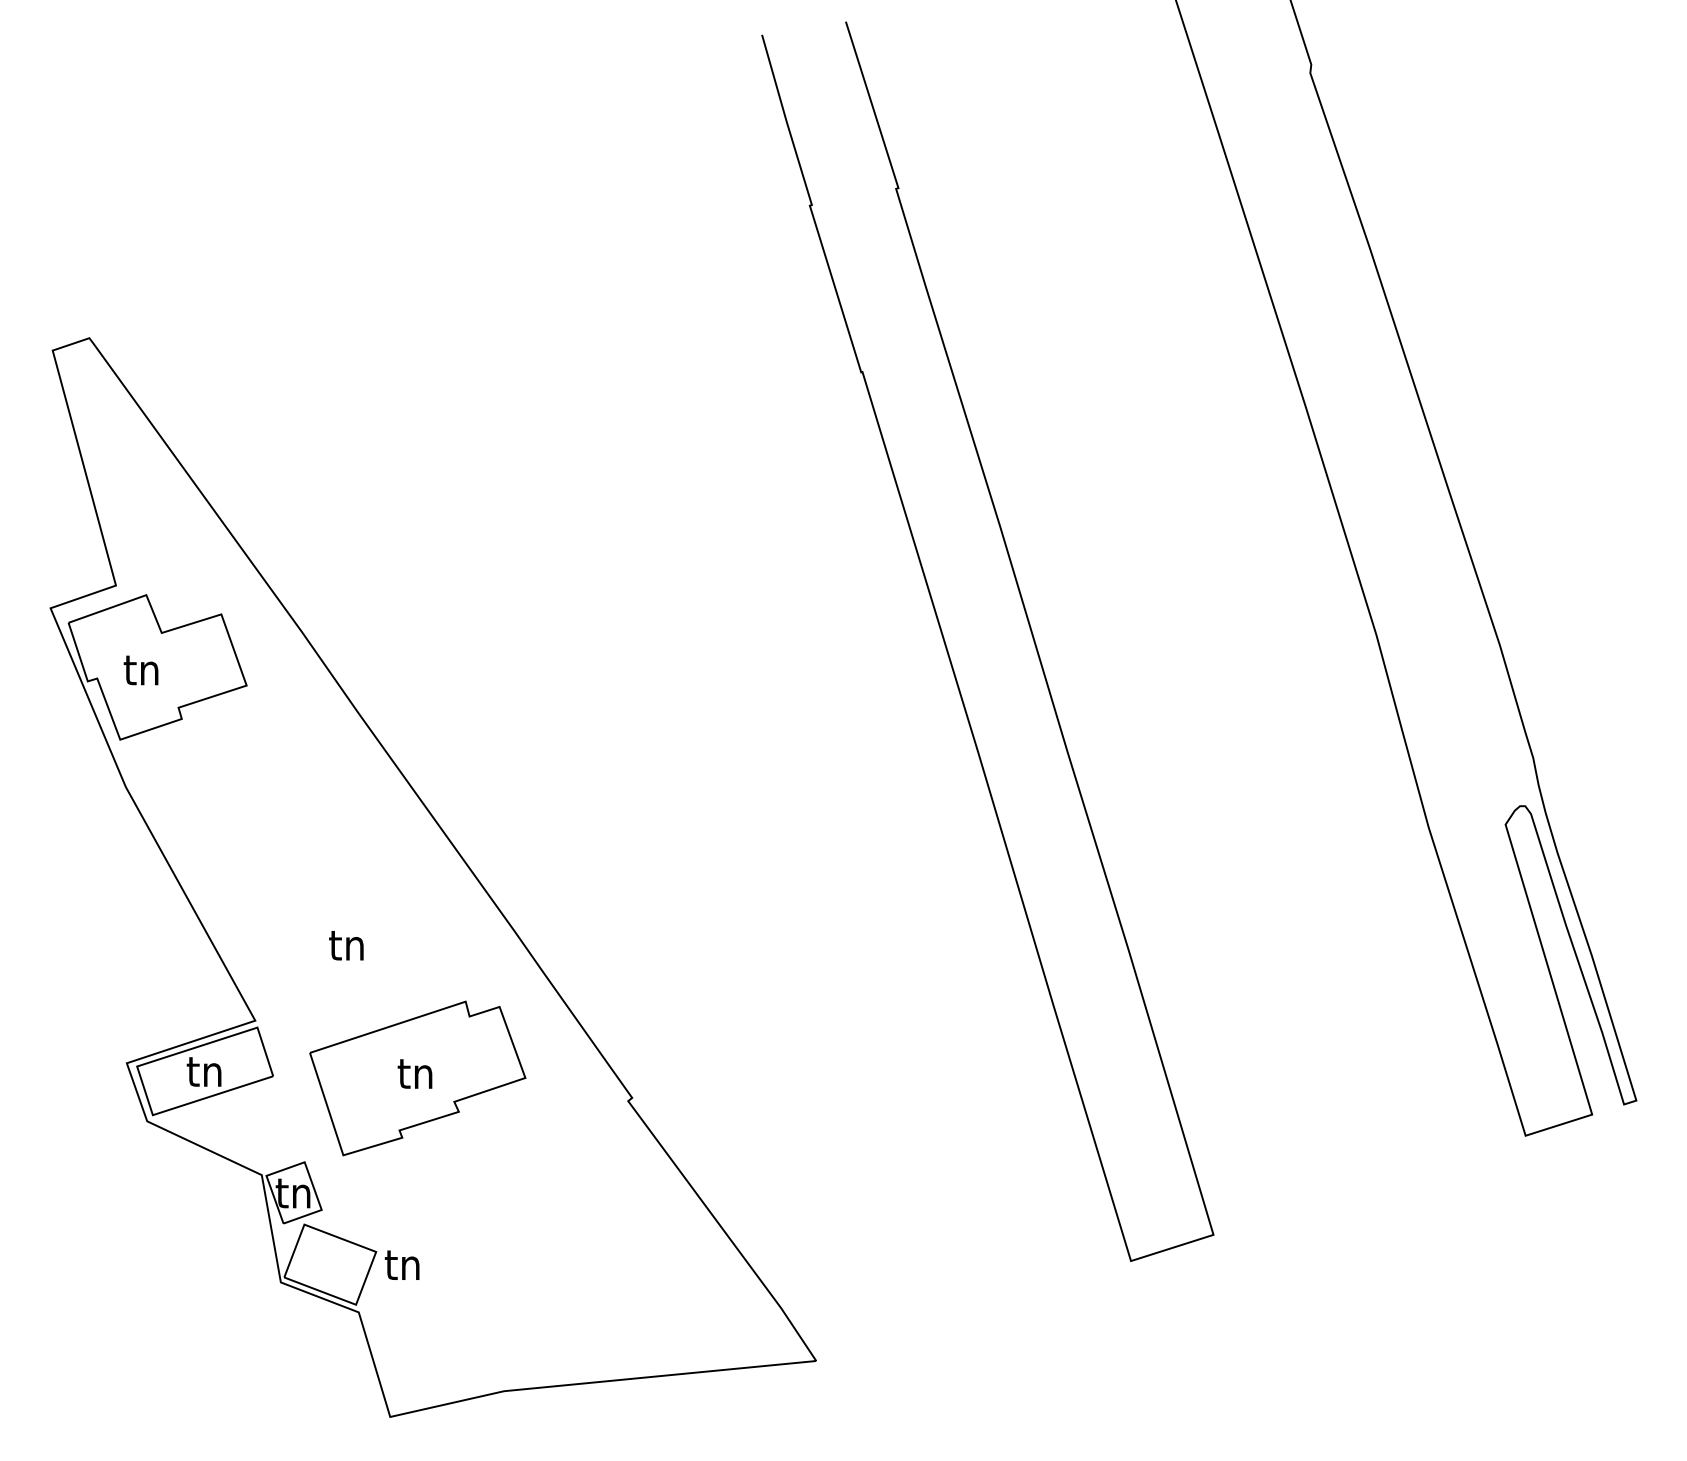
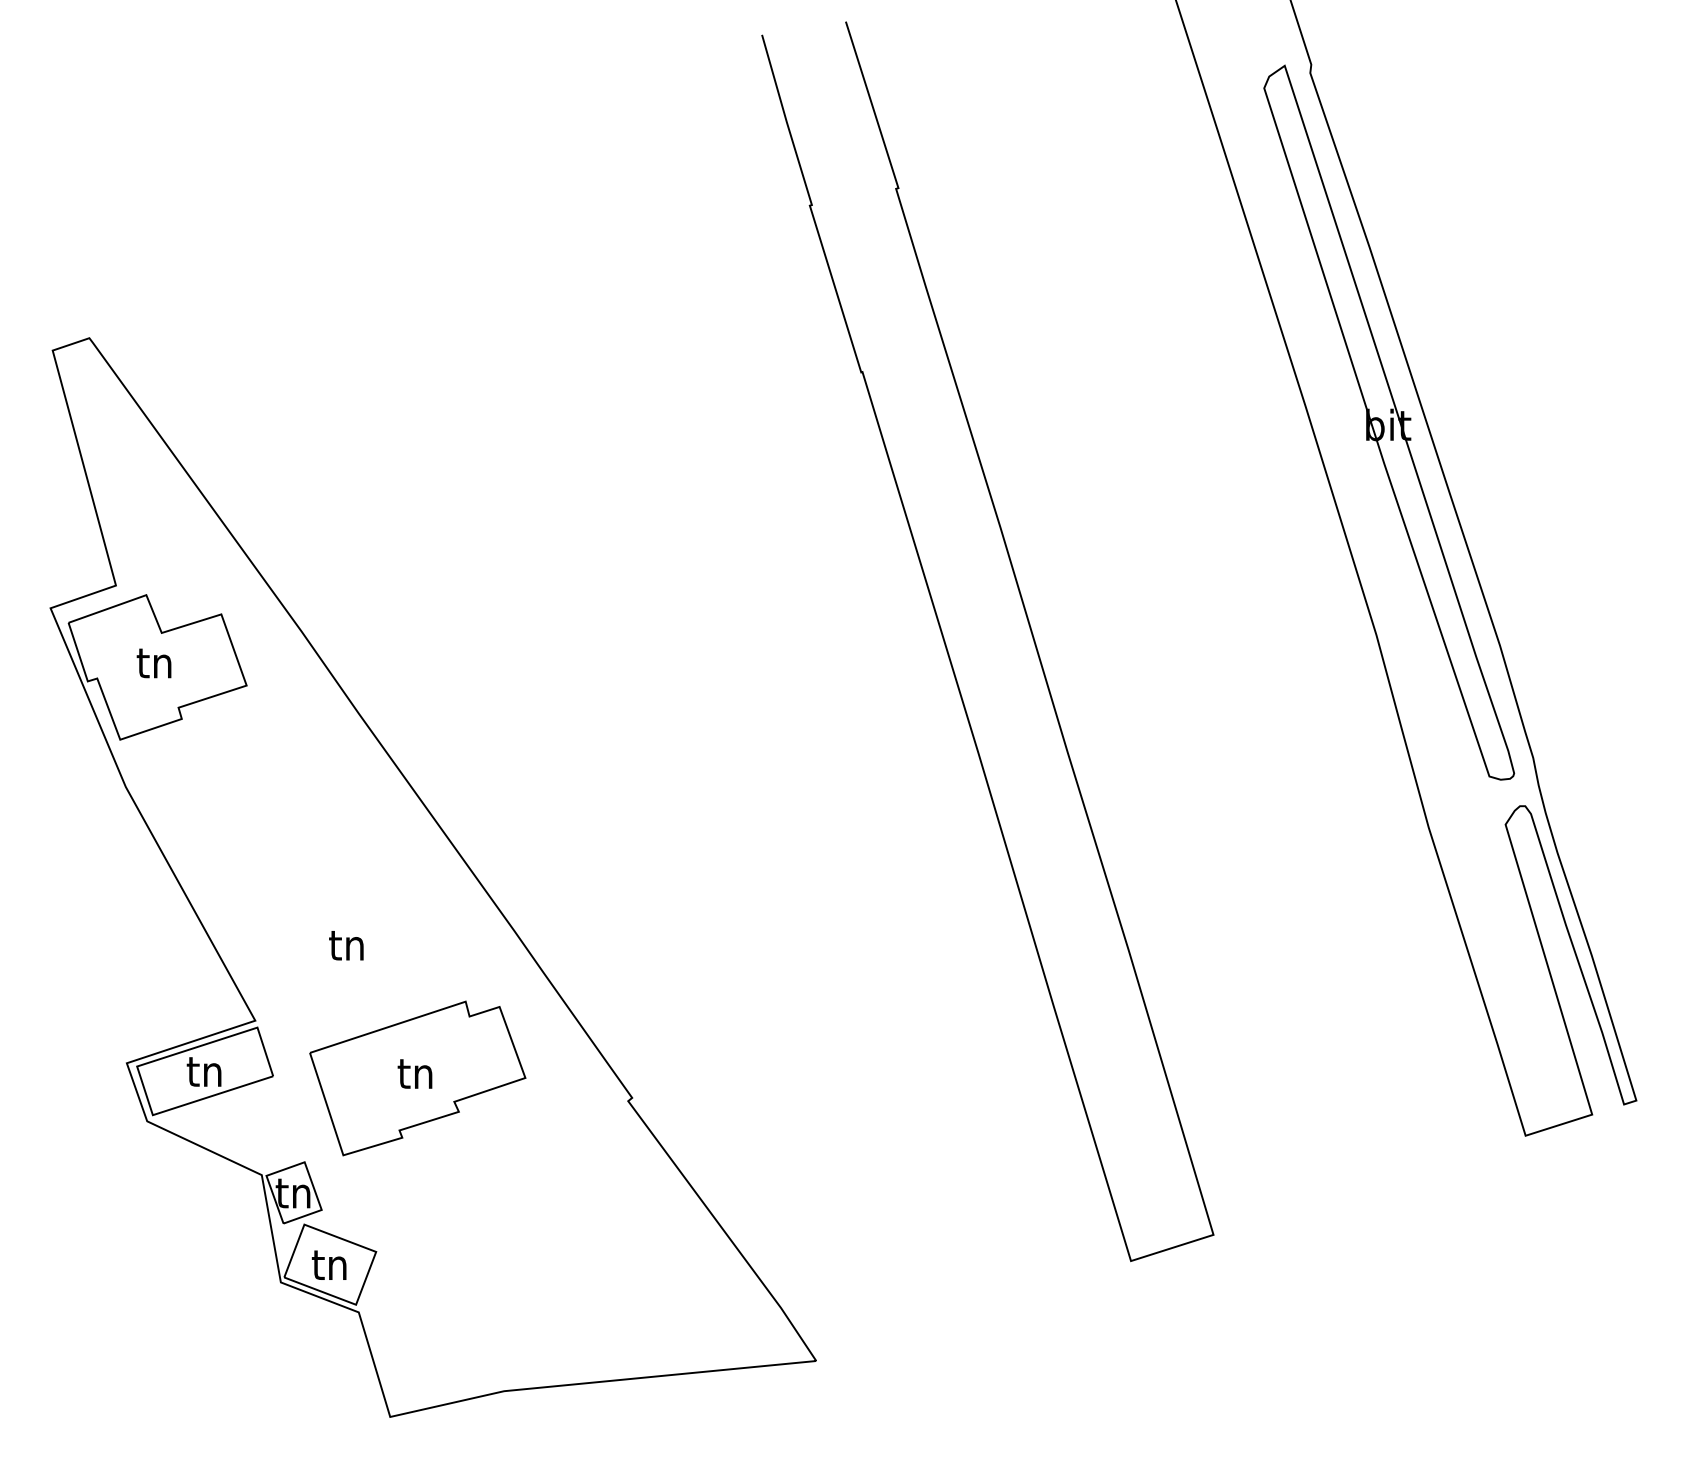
part at (1389, 422): none -> present
text at (140, 670) position: (140, 670) -> (153, 663)
text at (401, 1264) position: (401, 1264) -> (328, 1264)
